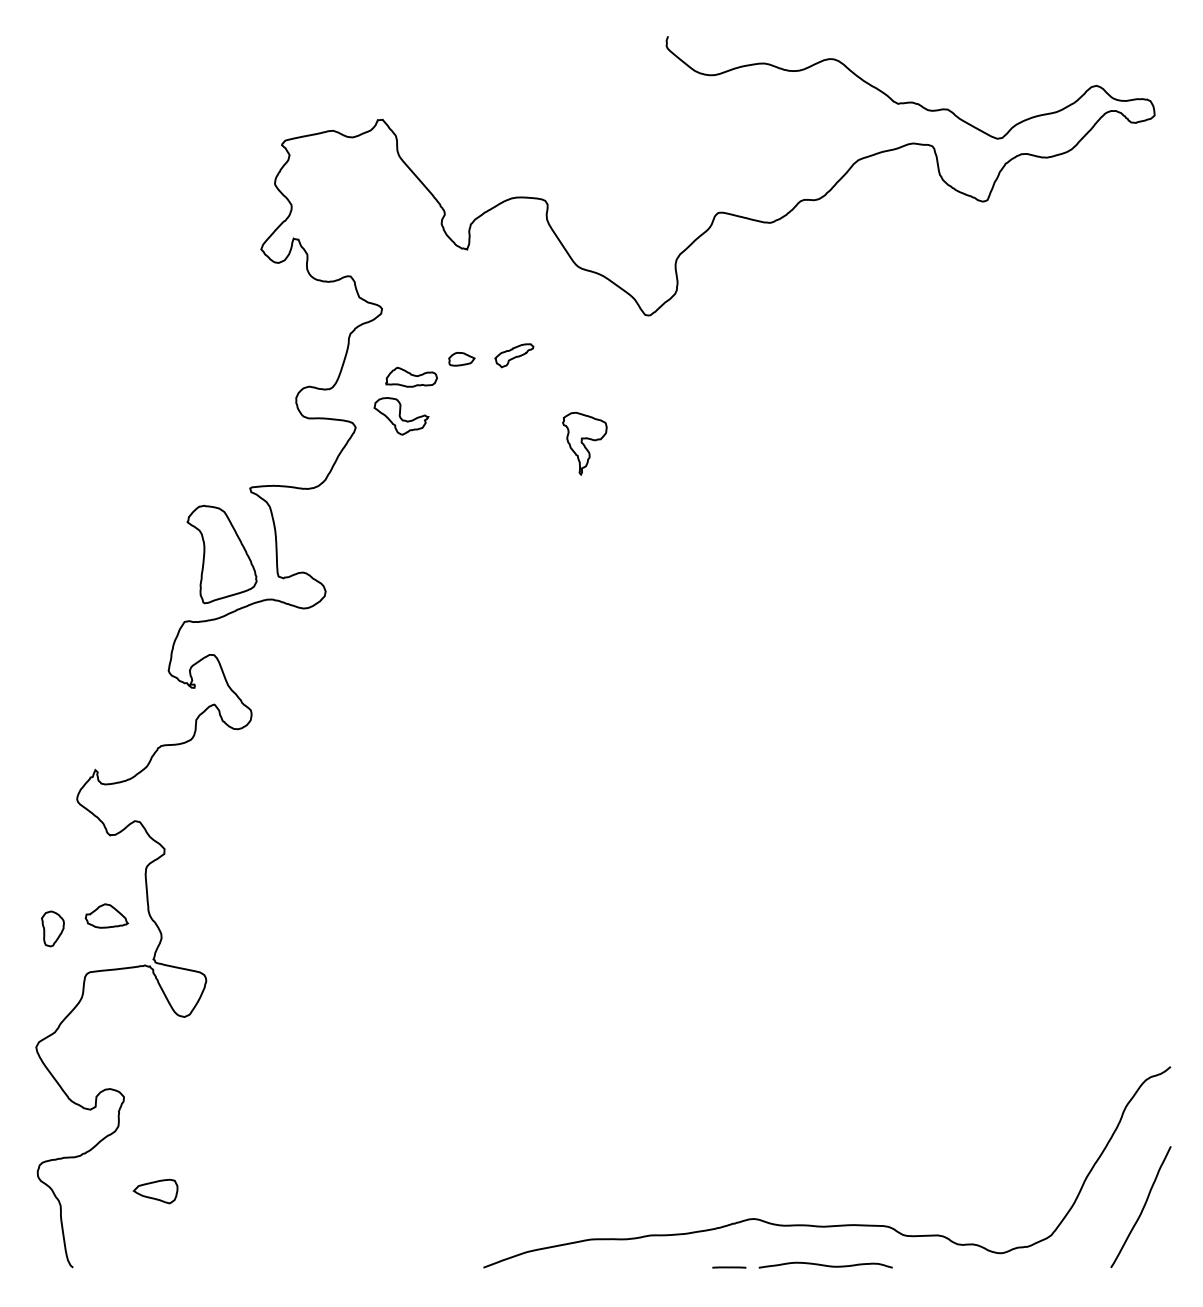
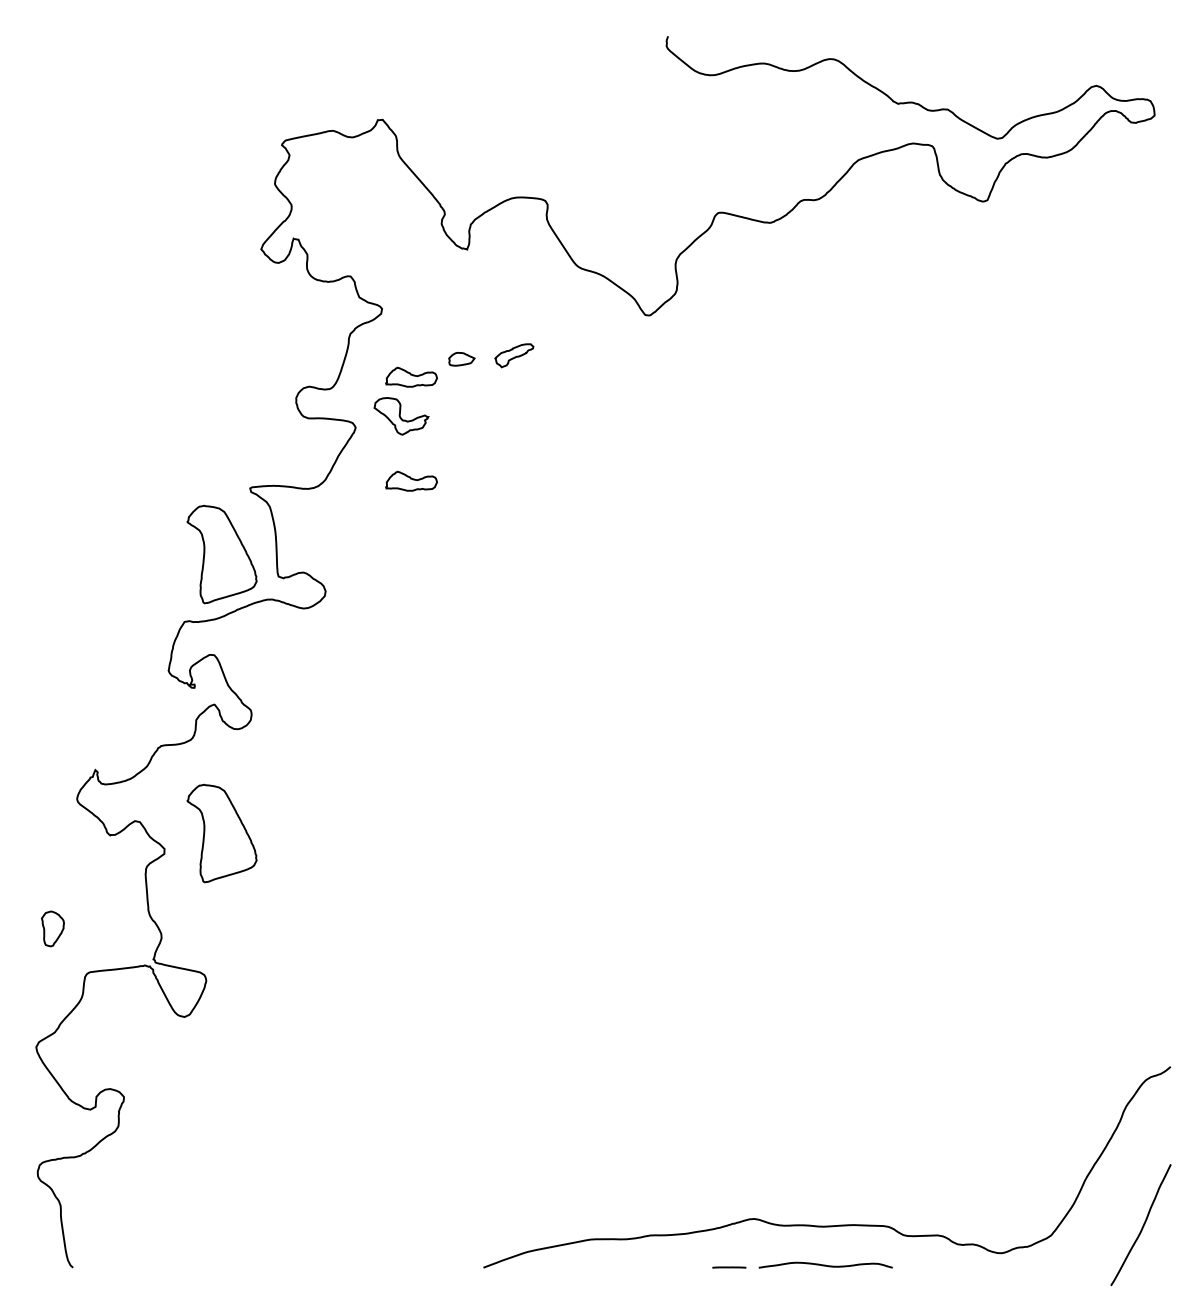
part at (584, 443): present -> none
part at (411, 480): none -> present
part at (221, 833): none -> present
part at (106, 915): present -> none
part at (155, 1191): present -> none
curve at (1142, 1207) position: (1142, 1207) -> (1142, 1225)
